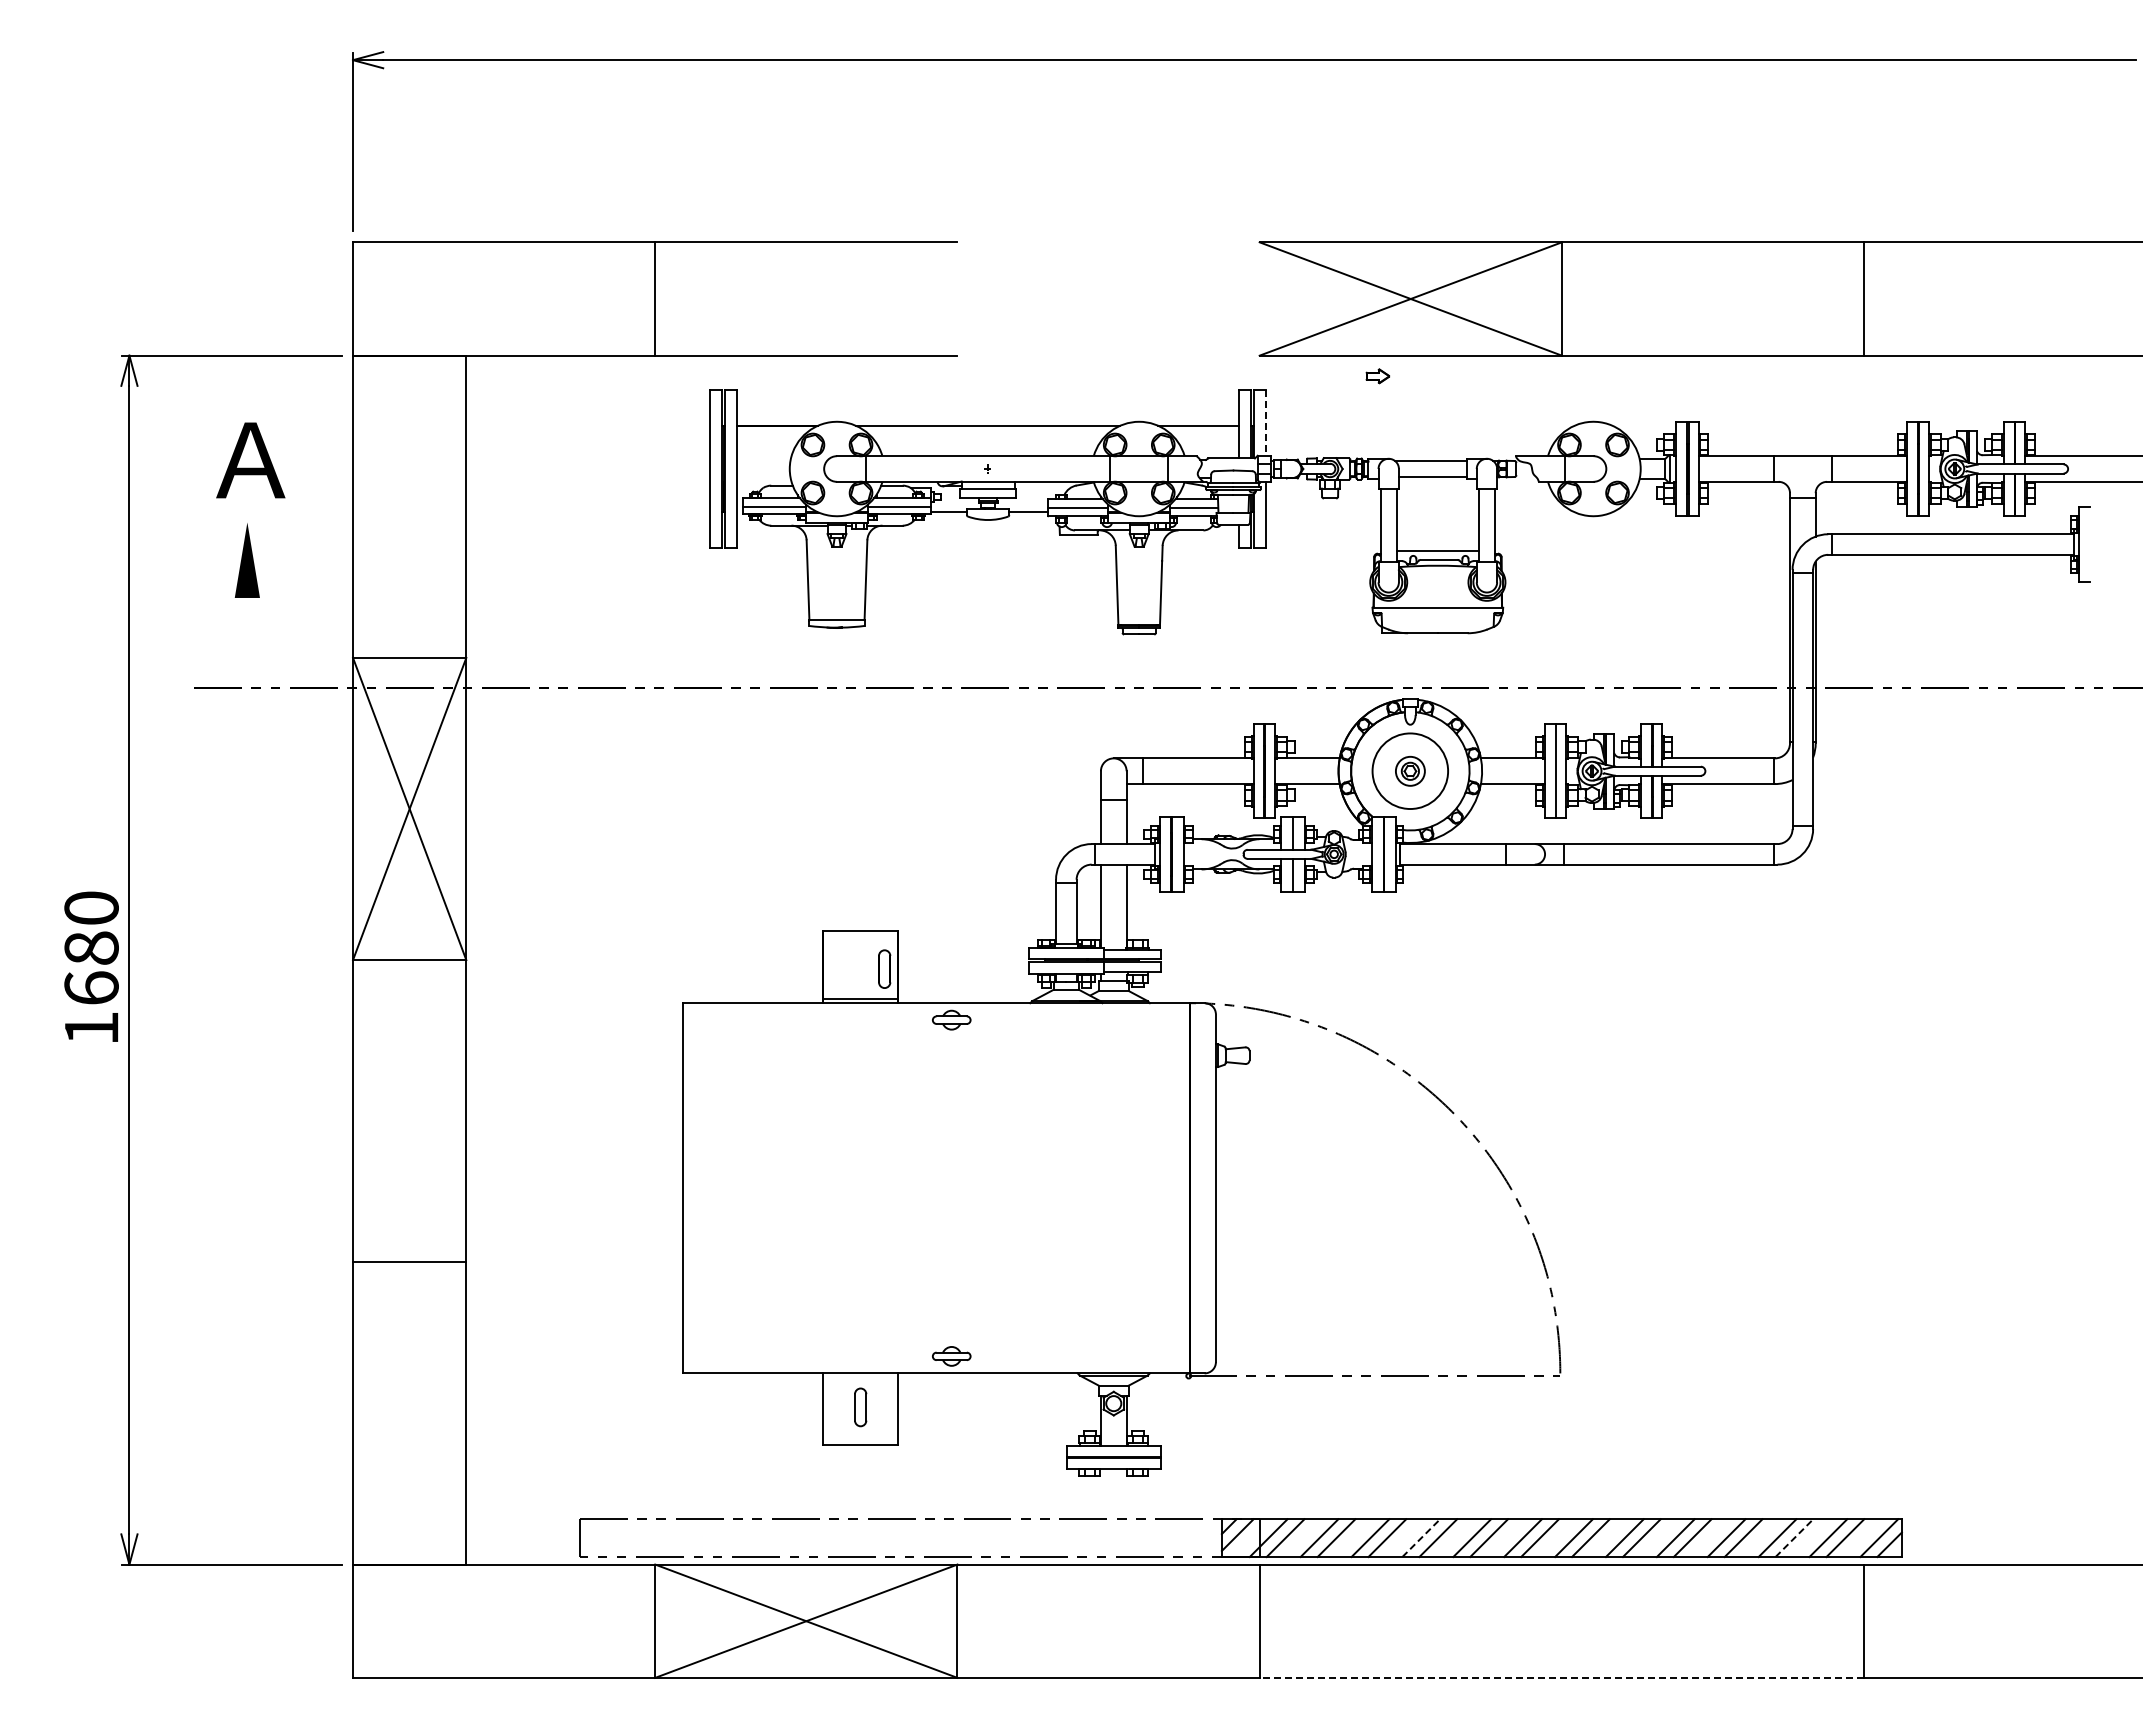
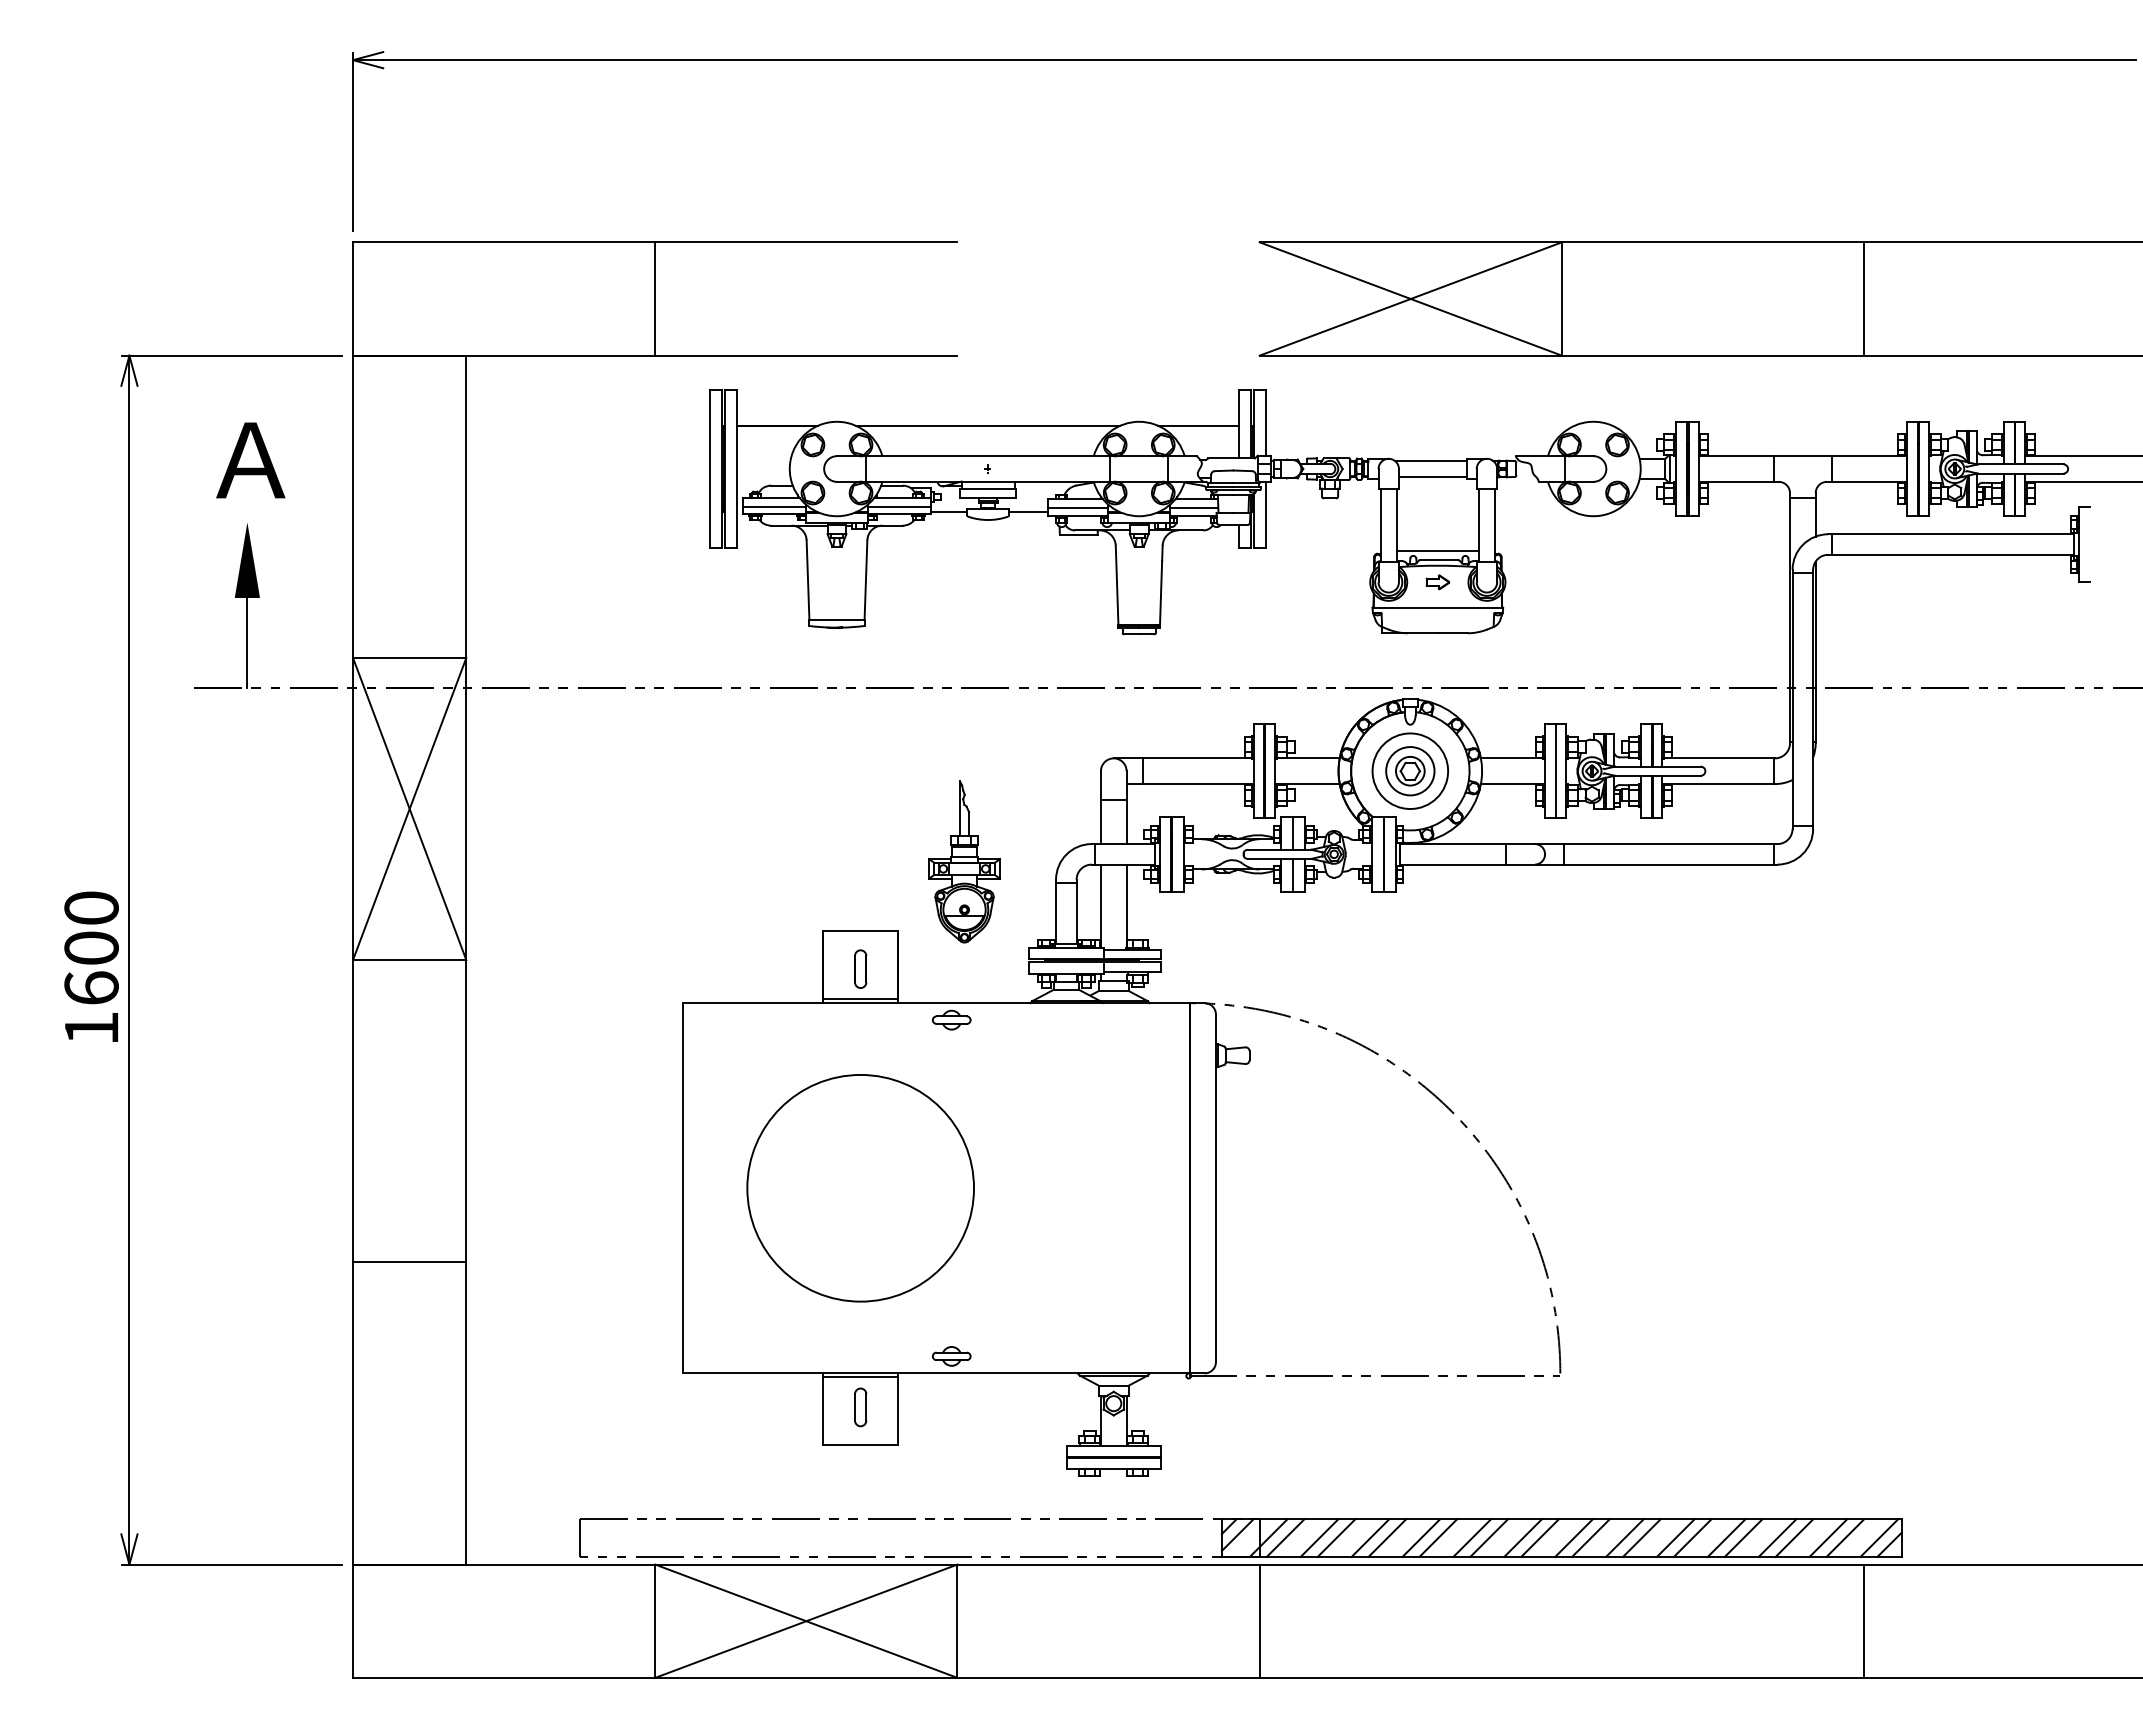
part at (1377, 376) position: (1377, 376) -> (1437, 582)
line at (1266, 423): dashed -> solid
line at (247, 642): none -> present
part at (1410, 770) size: 31x32 px -> 51x51 px
part at (964, 861): none -> present
text at (91, 947): 1680 -> 1600
part at (884, 968) position: (884, 968) -> (860, 968)
circle at (860, 1188): none -> present
line at (860, 1377): none -> present
line at (1421, 1538): dashed -> solid
line at (1794, 1538): dashed -> solid
line at (1561, 1677): dashed -> solid
